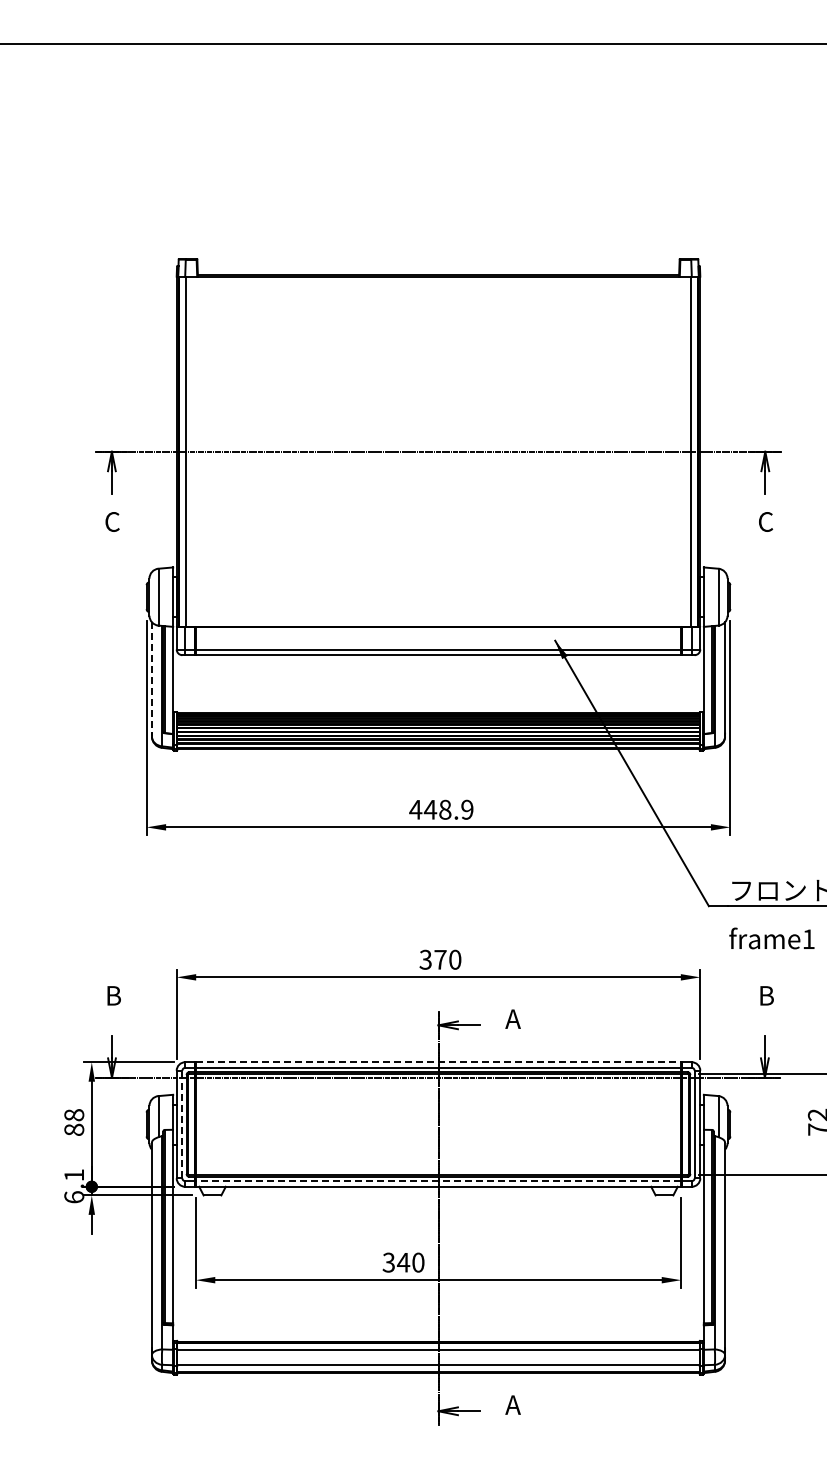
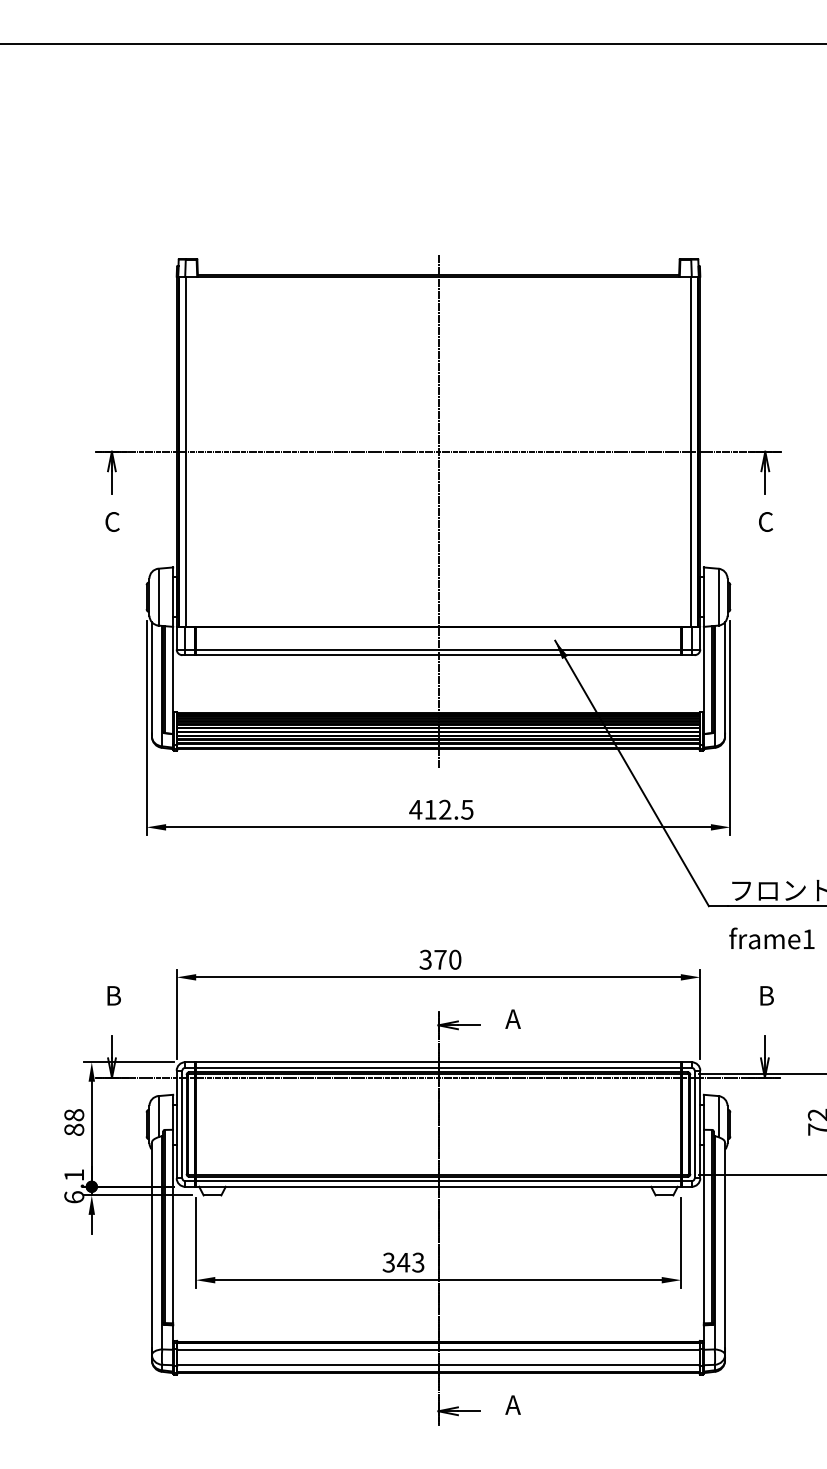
line at (438, 511): none -> present
line at (151, 677): dashed -> solid
text at (448, 809): 448.9 -> 412.5
line at (438, 1062): dashed -> solid
line at (182, 1124): dashed -> solid
line at (438, 1181): dashed -> solid
text at (418, 1262): 340 -> 343
